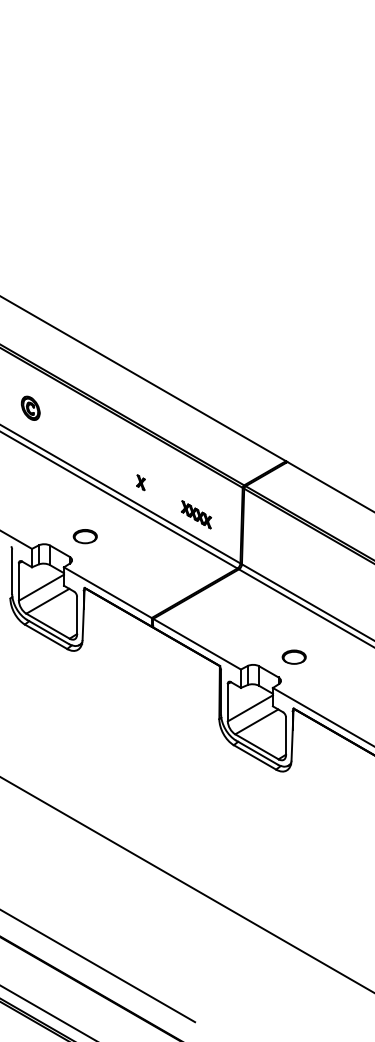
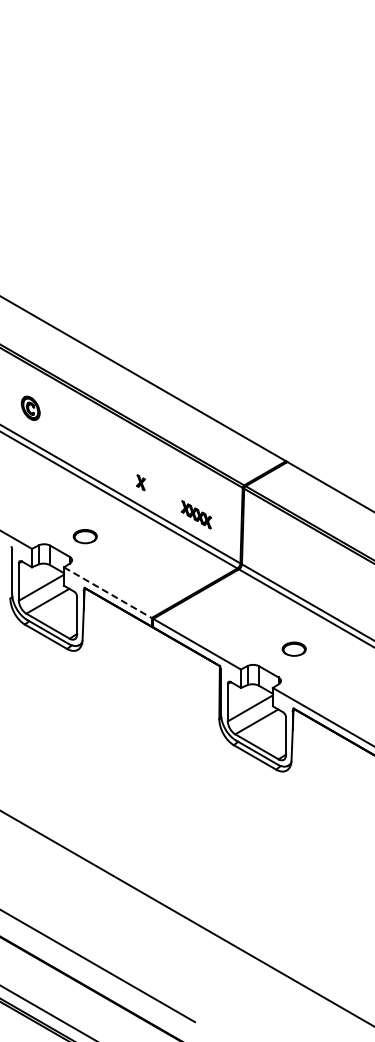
line at (107, 592): solid -> dashed
part at (293, 656) position: (293, 656) -> (293, 648)
line at (186, 884) position: (186, 884) -> (186, 917)
